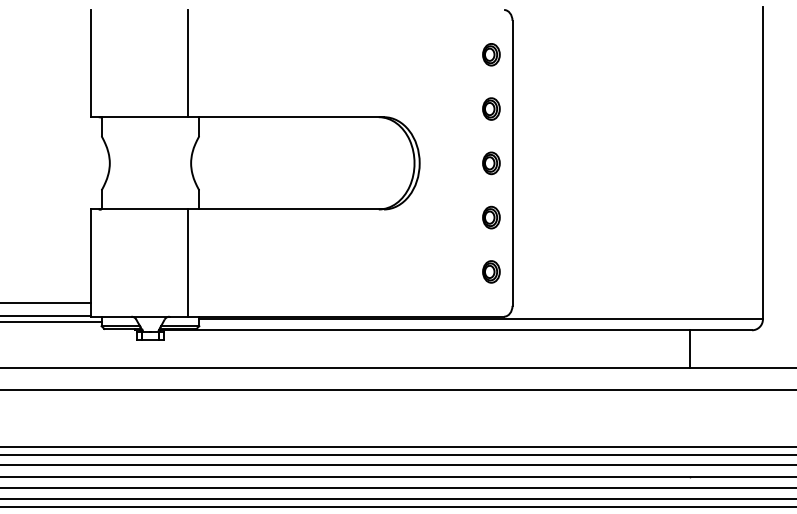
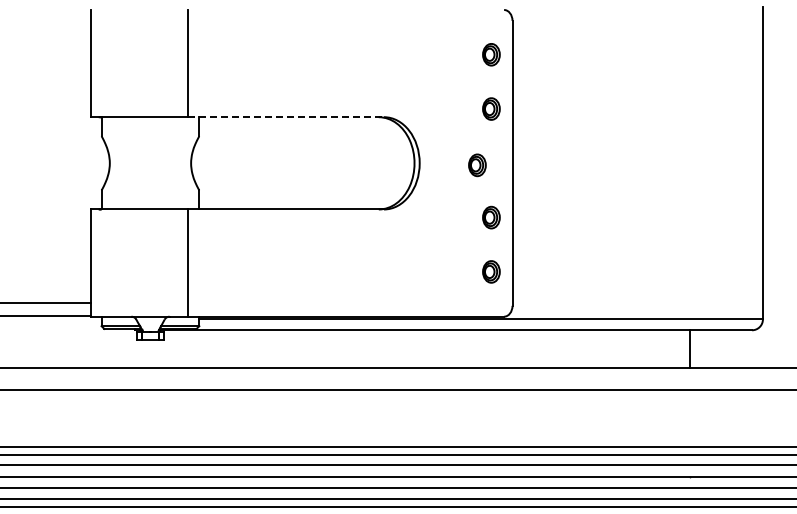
line at (286, 117): solid -> dashed
part at (491, 163) position: (491, 163) -> (477, 165)
line at (51, 321): present -> none
